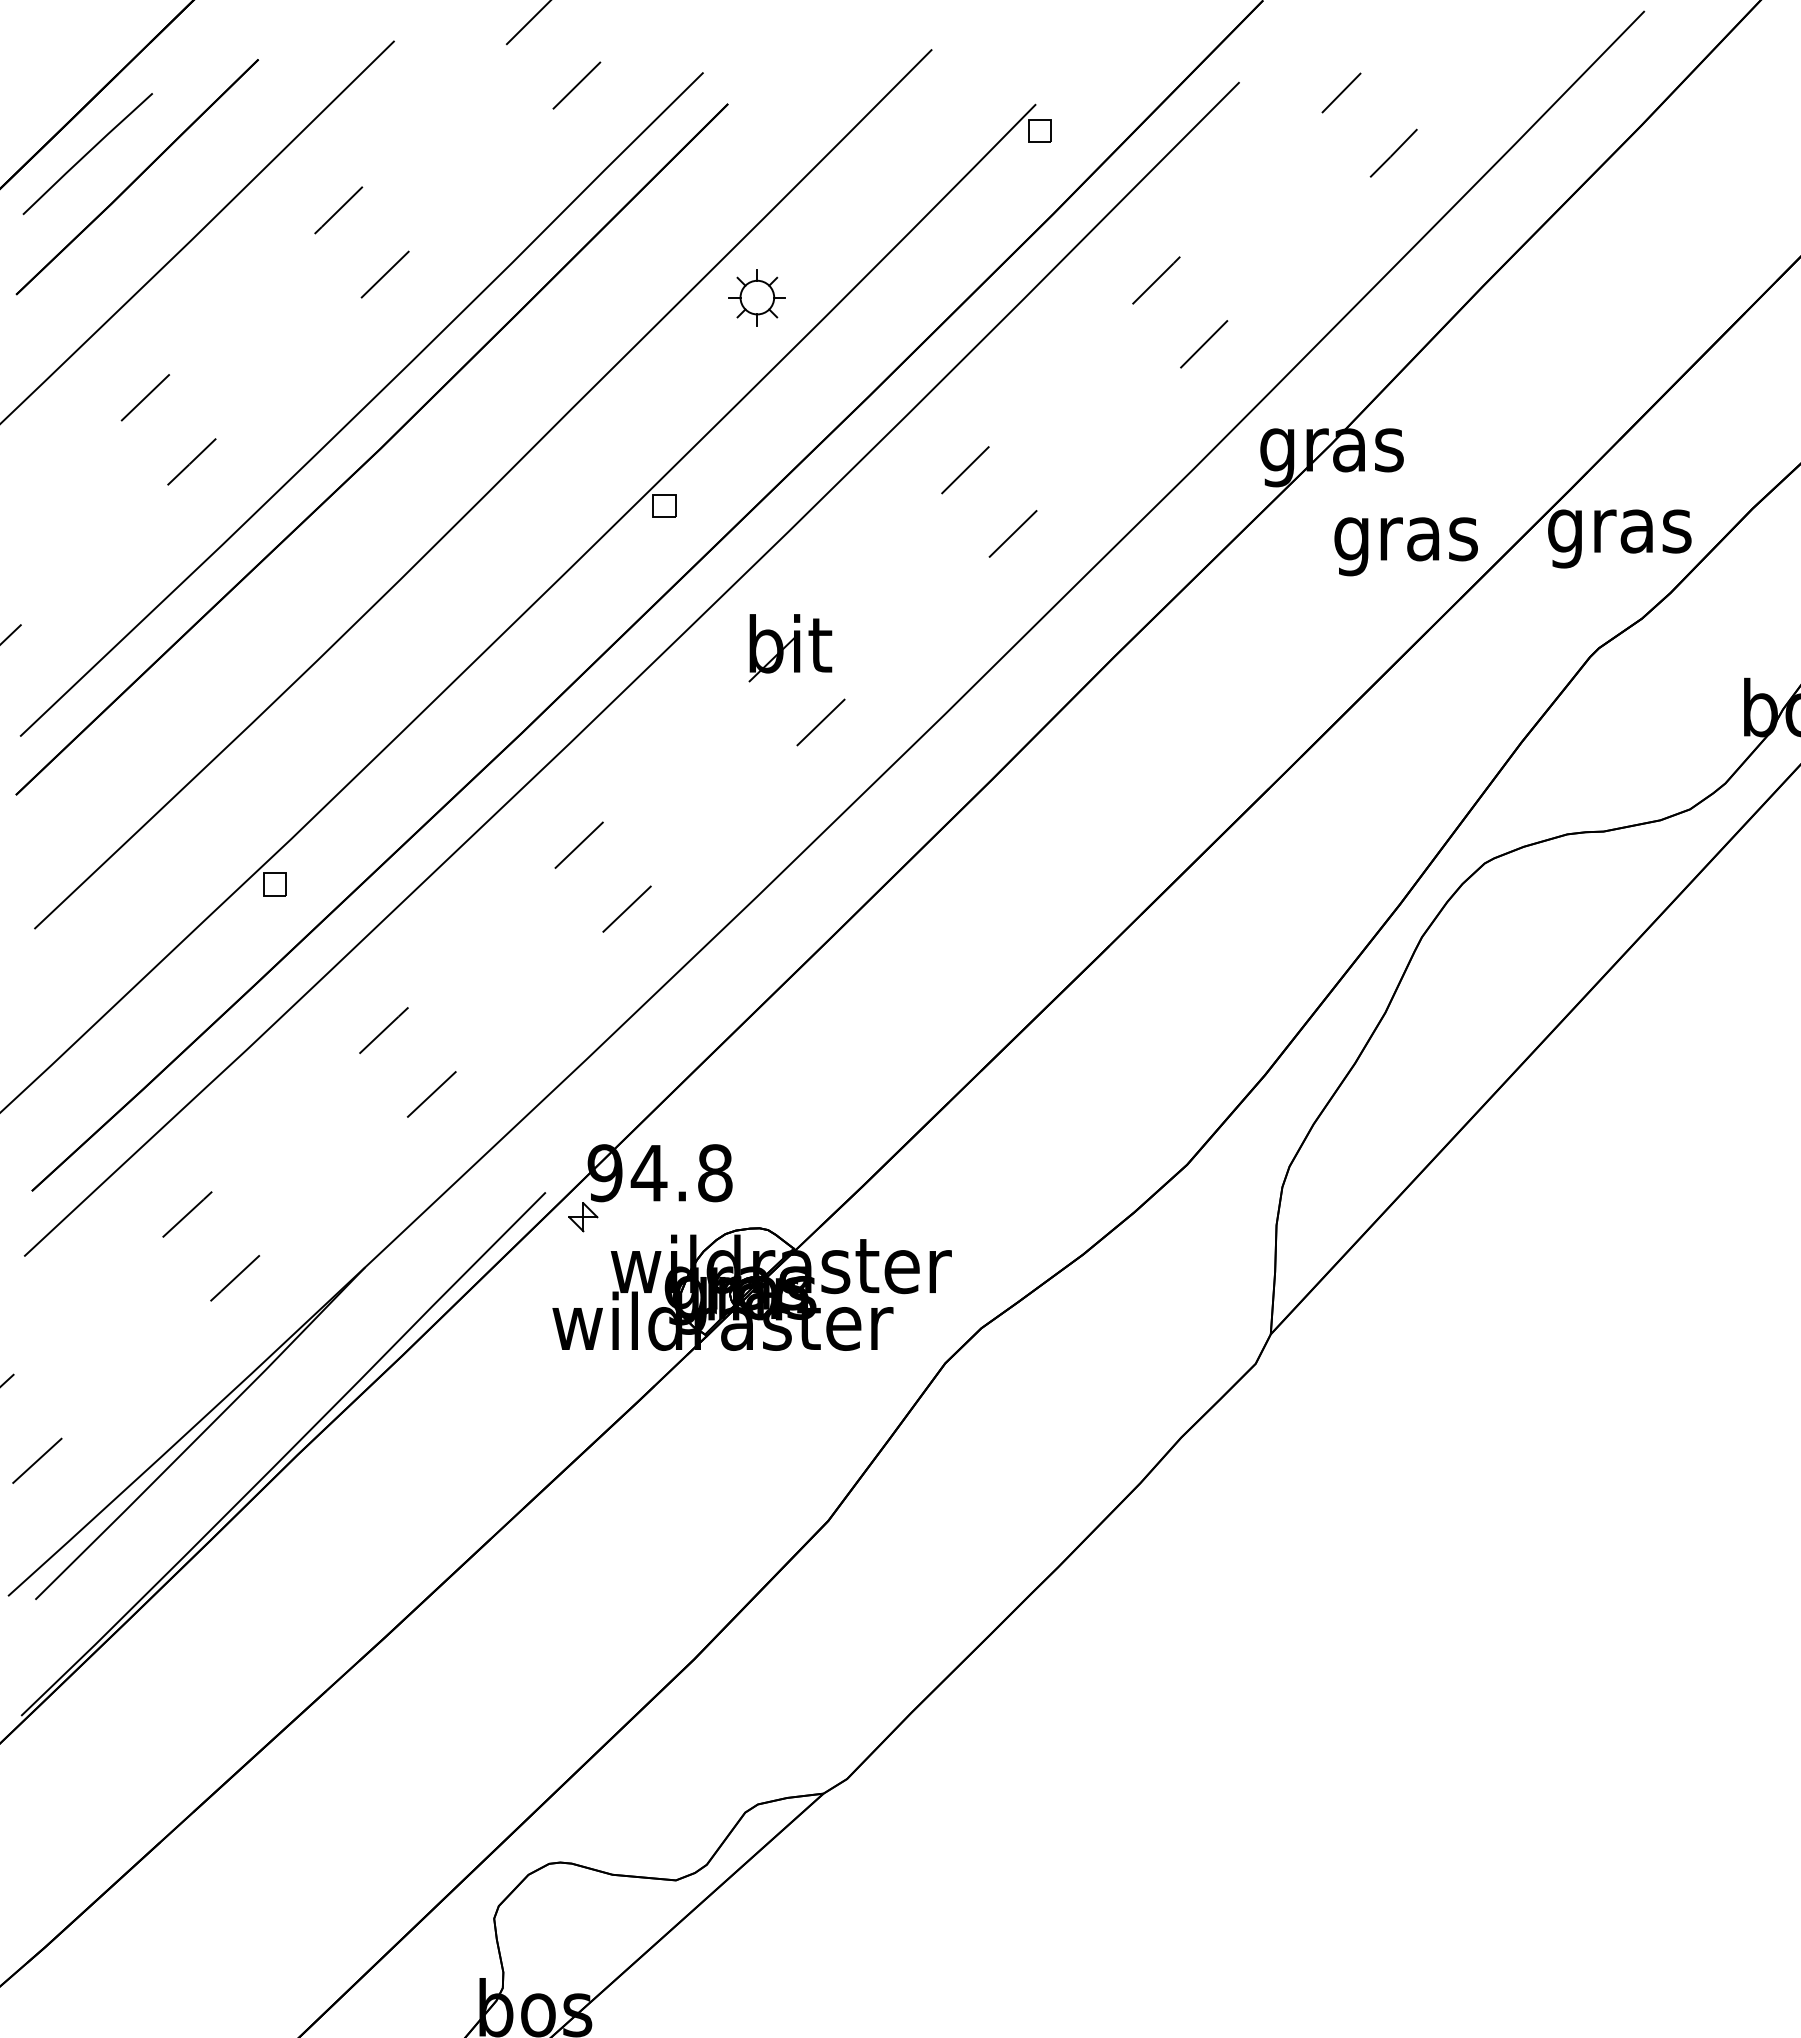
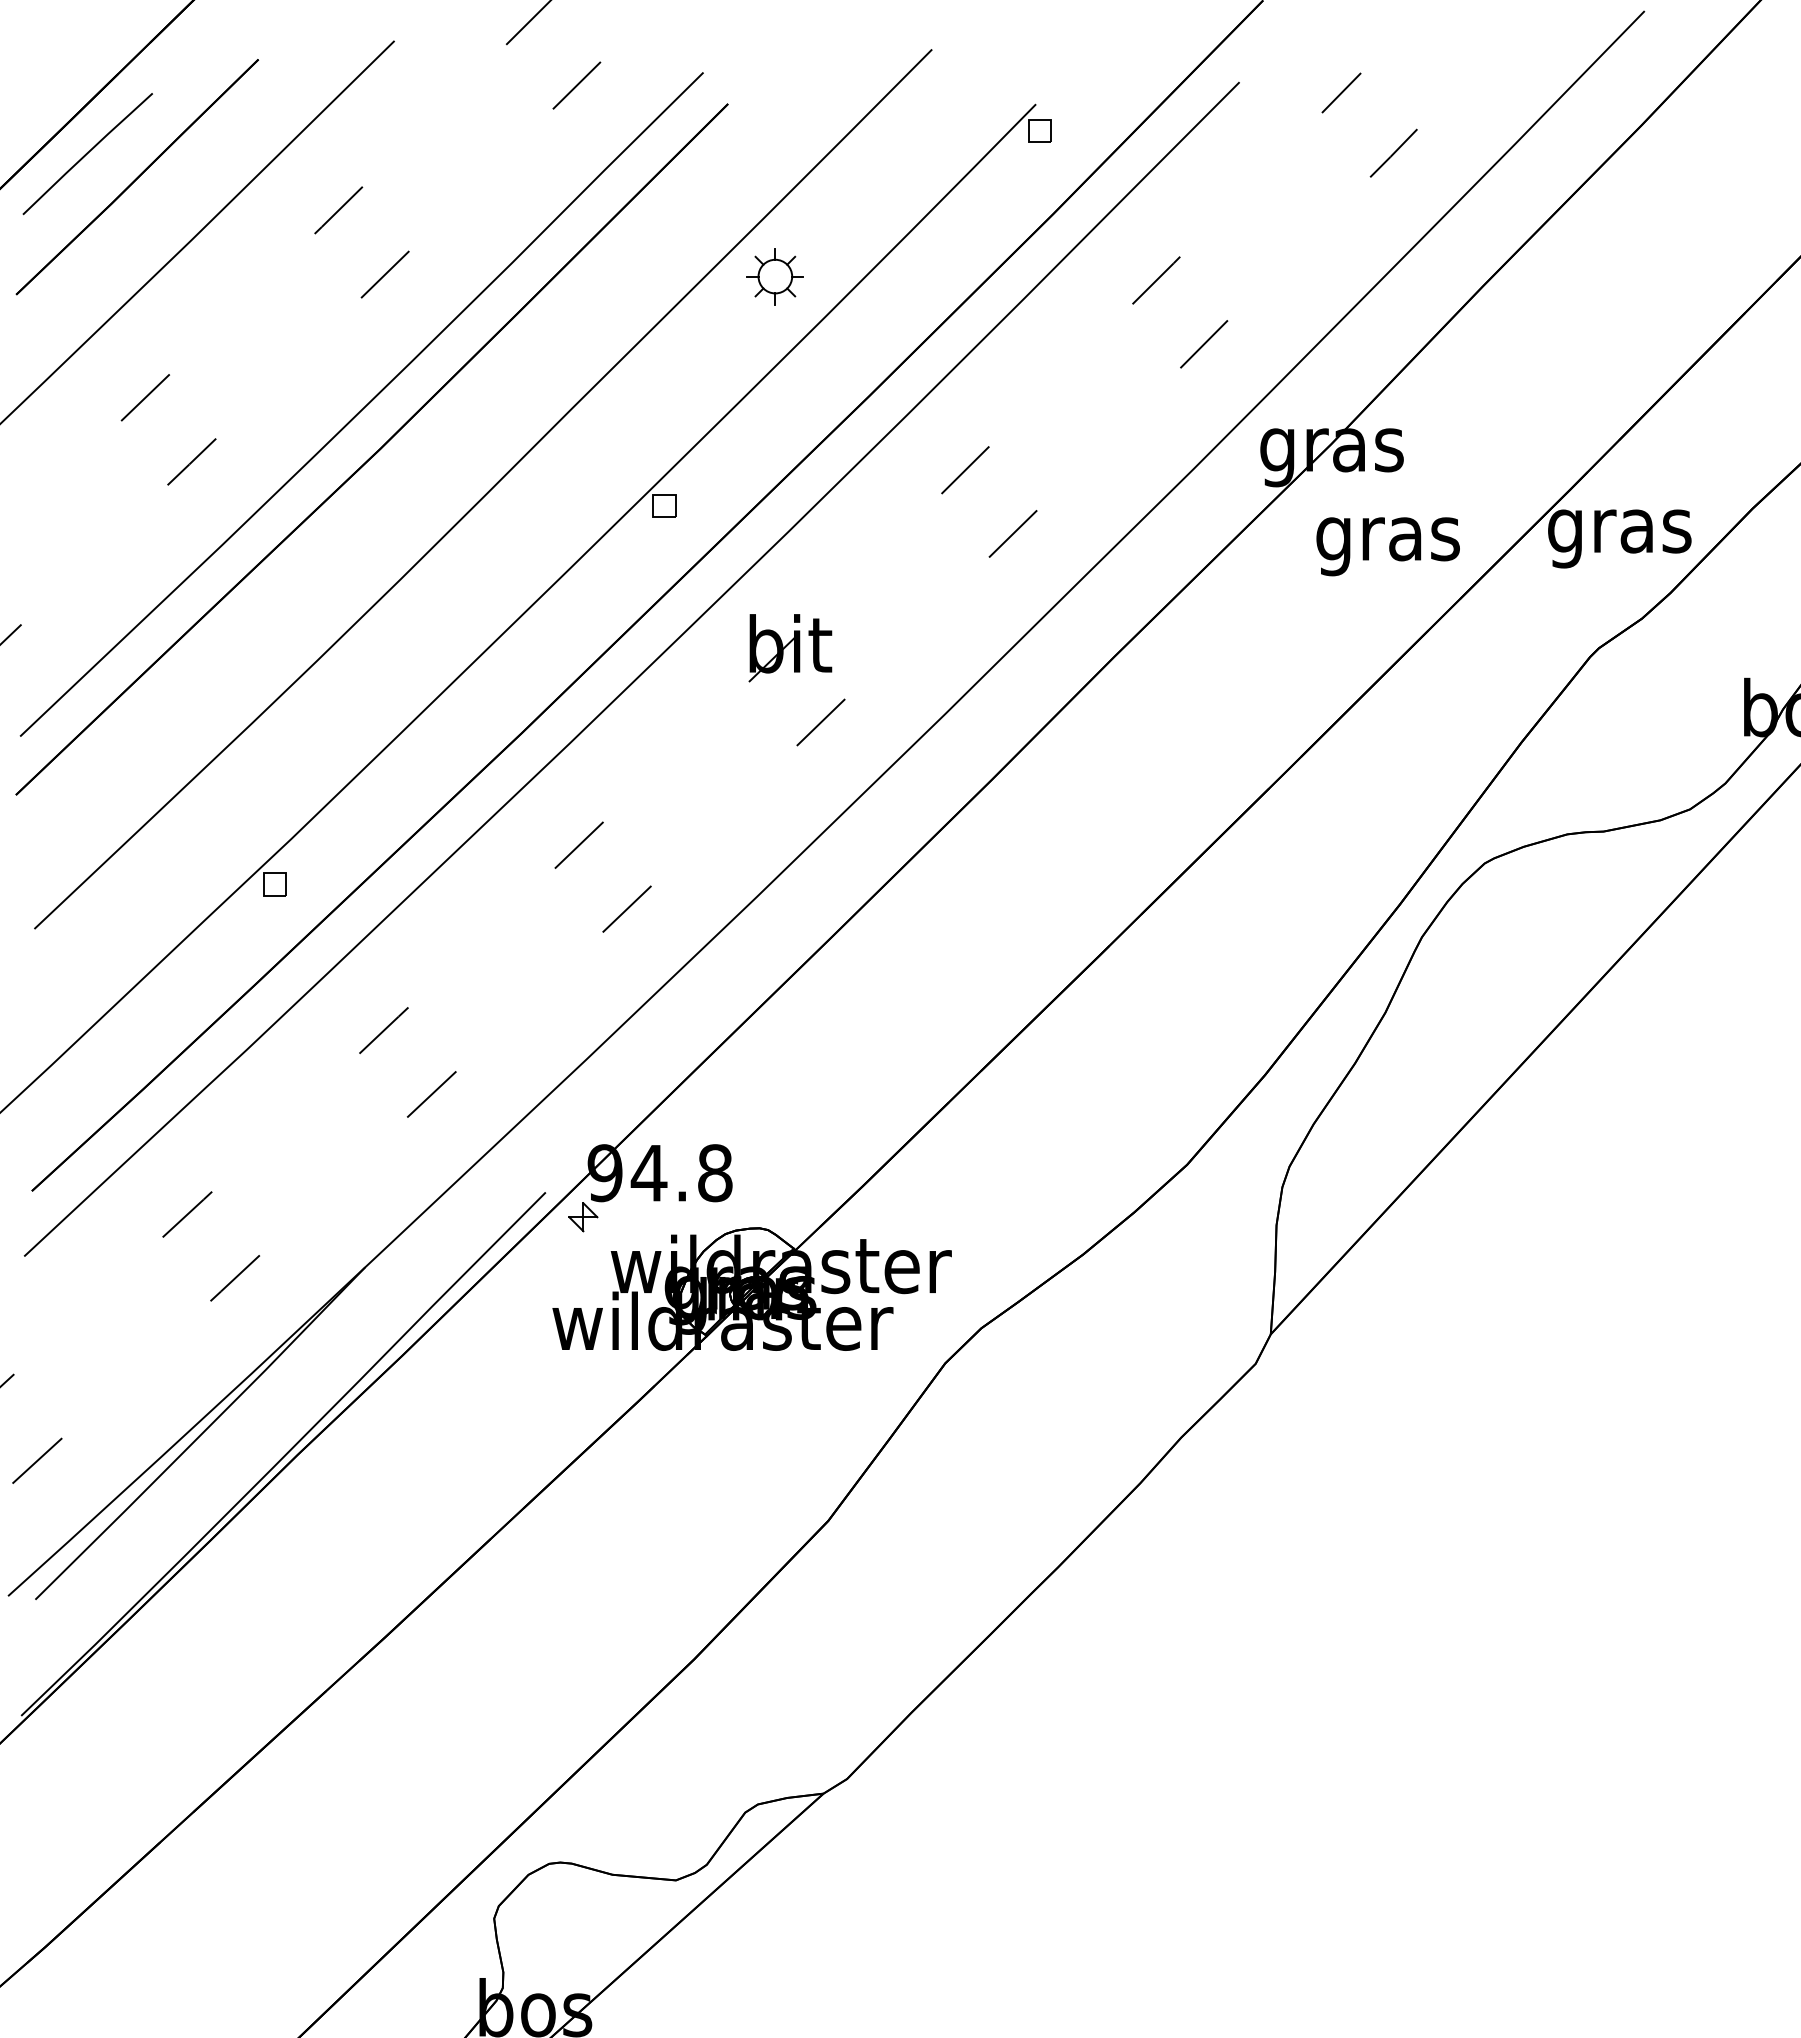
part at (756, 297) position: (756, 297) -> (774, 276)
text at (1405, 546) position: (1405, 546) -> (1387, 546)
